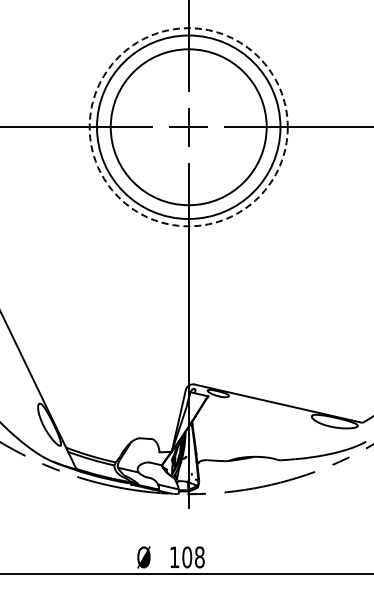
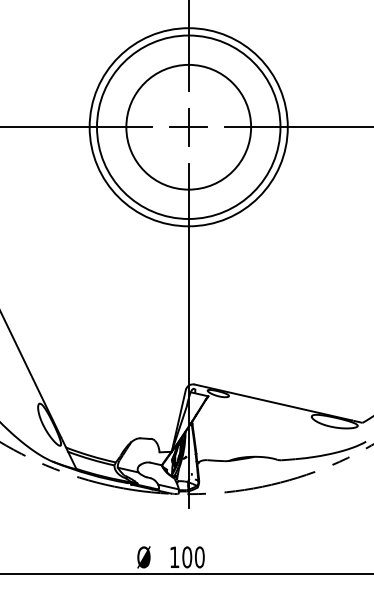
circle at (188, 127) diameter: 156 px -> 125 px
circle at (188, 127): dashed -> solid
text at (199, 557): 108 -> 100
